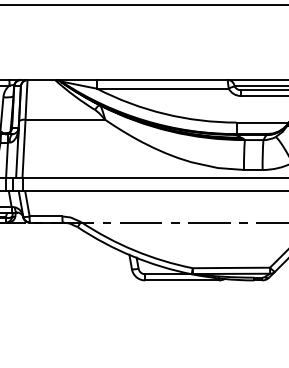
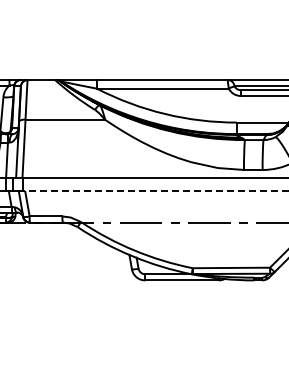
line at (143, 5): present -> none
line at (155, 190): solid -> dashed
